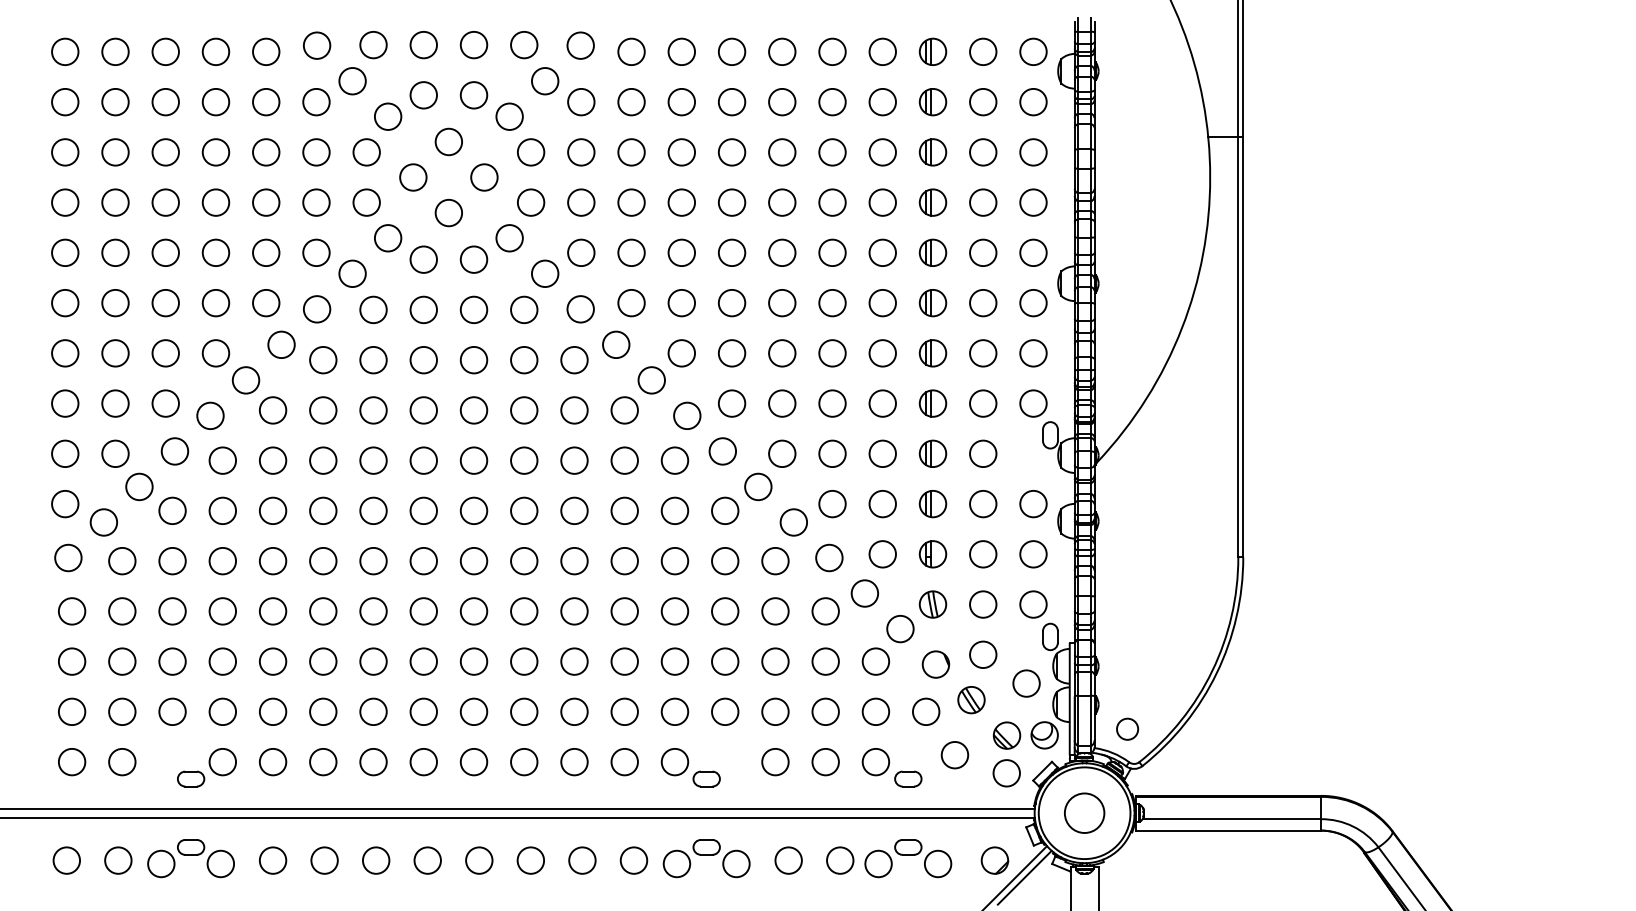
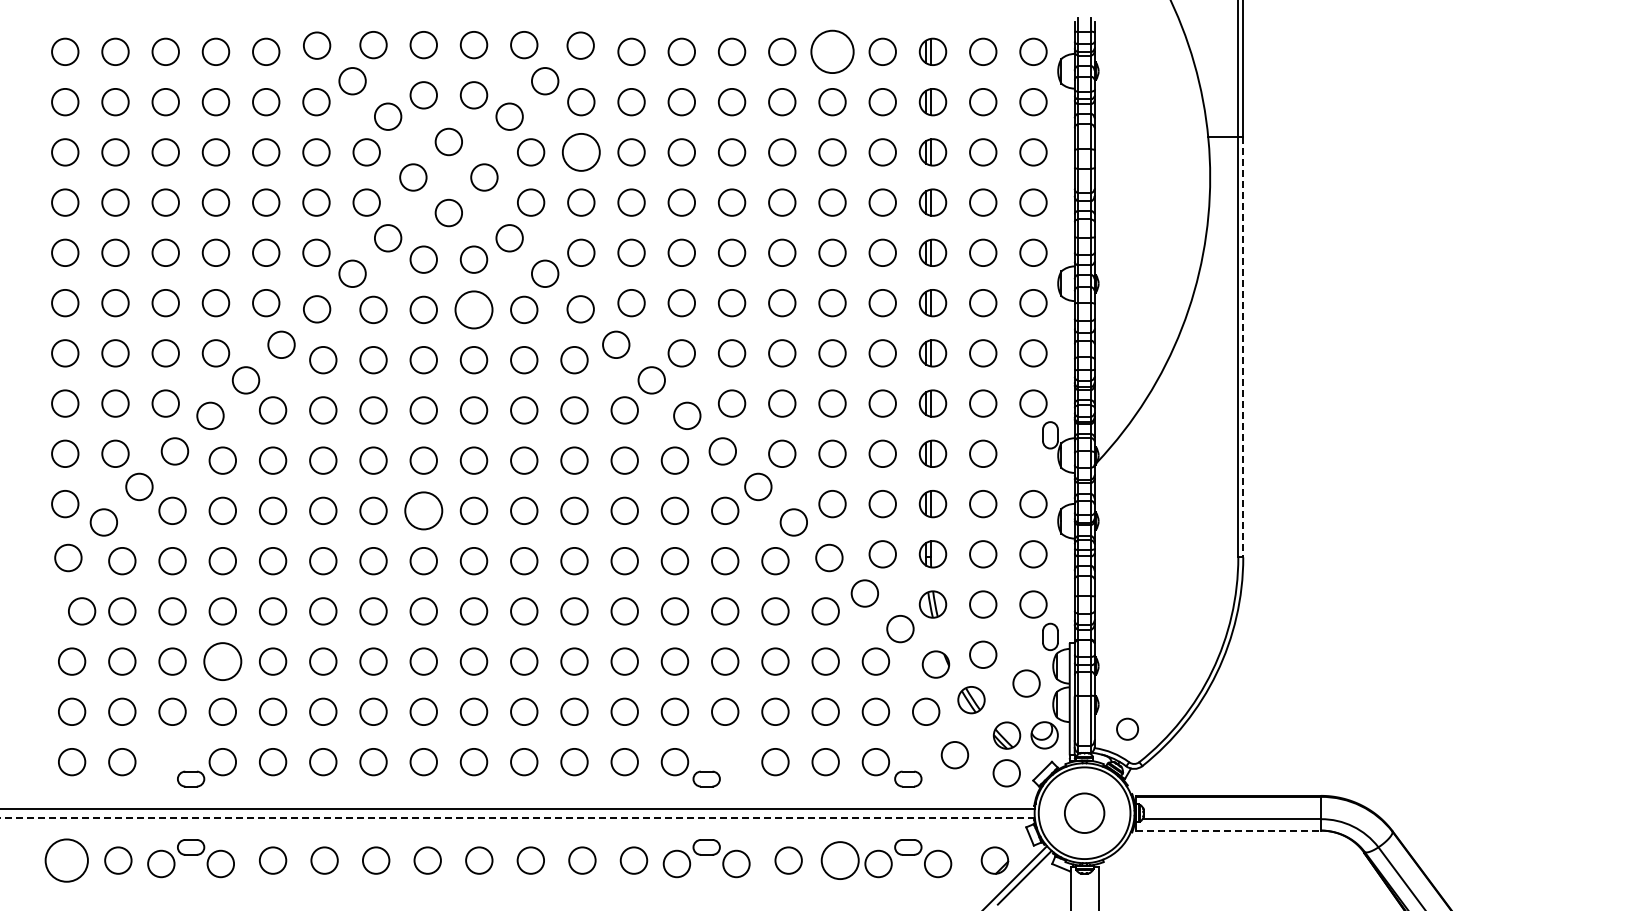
circle at (832, 51) diameter: 26 px -> 42 px
circle at (581, 152) diameter: 26 px -> 37 px
circle at (473, 309) diameter: 26 px -> 37 px
line at (1243, 347): solid -> dashed
circle at (423, 510) diameter: 26 px -> 37 px
circle at (72, 611) position: (72, 611) -> (82, 611)
circle at (222, 661) diameter: 26 px -> 37 px
line at (517, 817): solid -> dashed
line at (1228, 830): solid -> dashed
circle at (66, 860) diameter: 26 px -> 42 px
circle at (840, 860) diameter: 26 px -> 37 px
